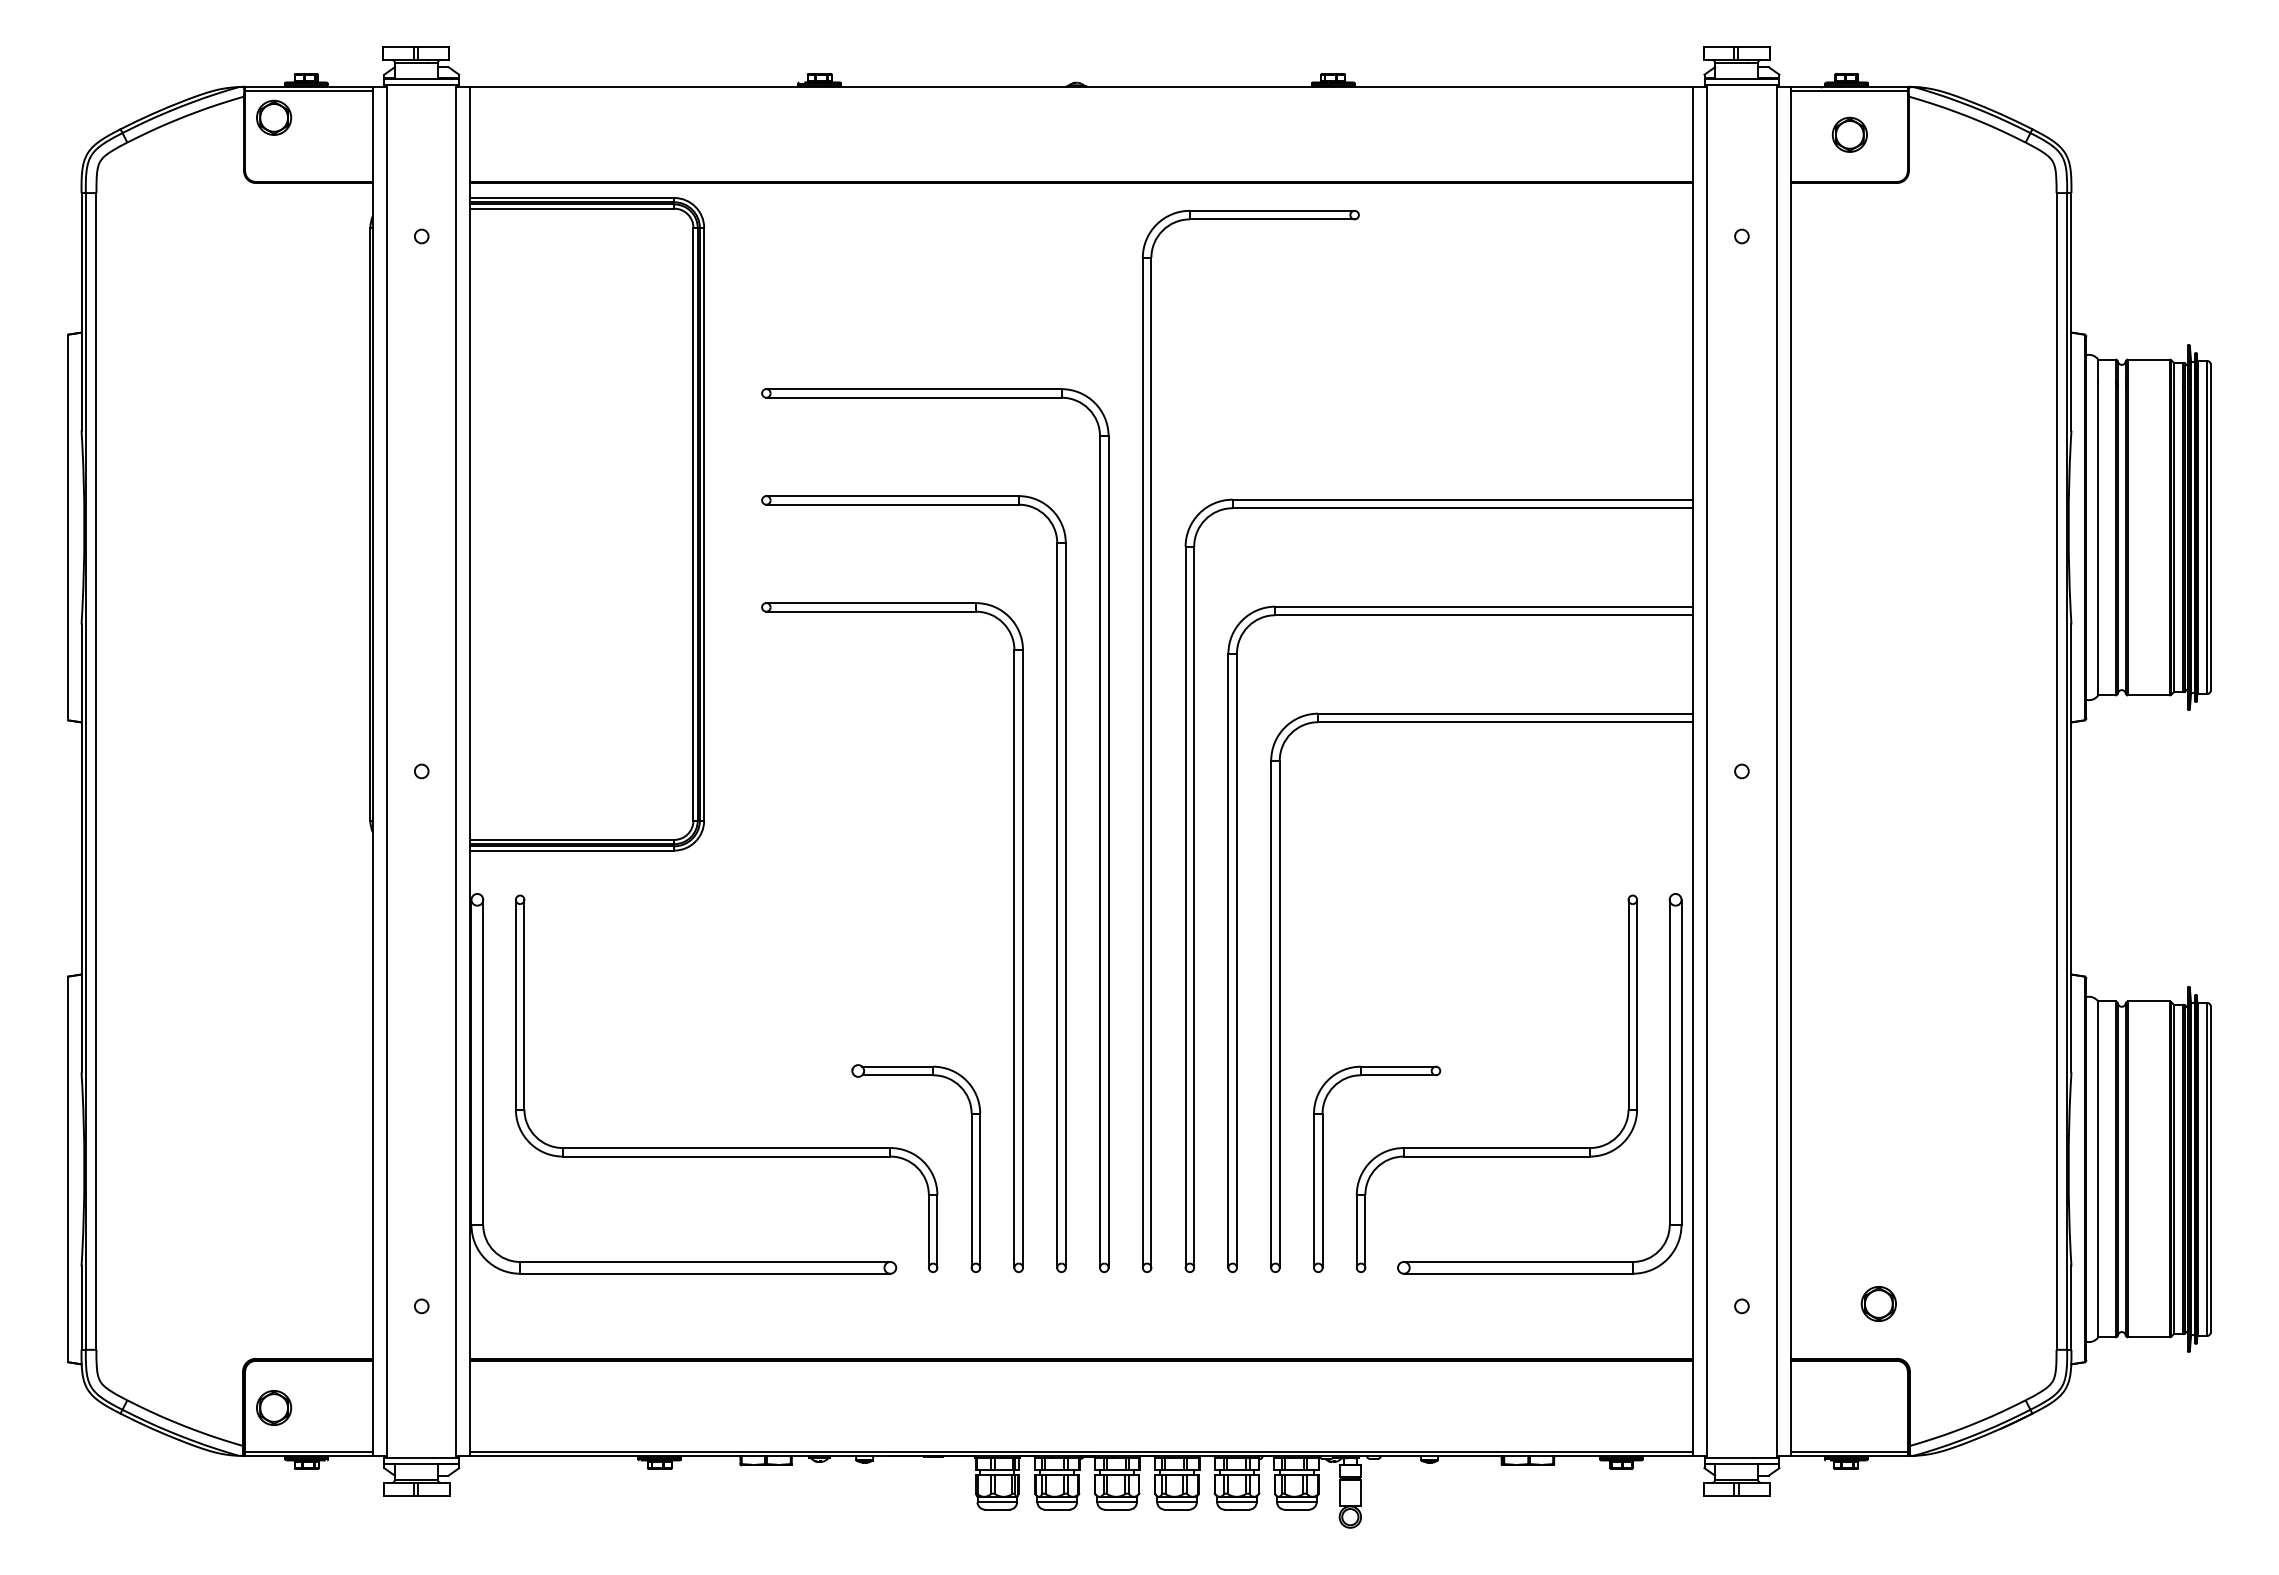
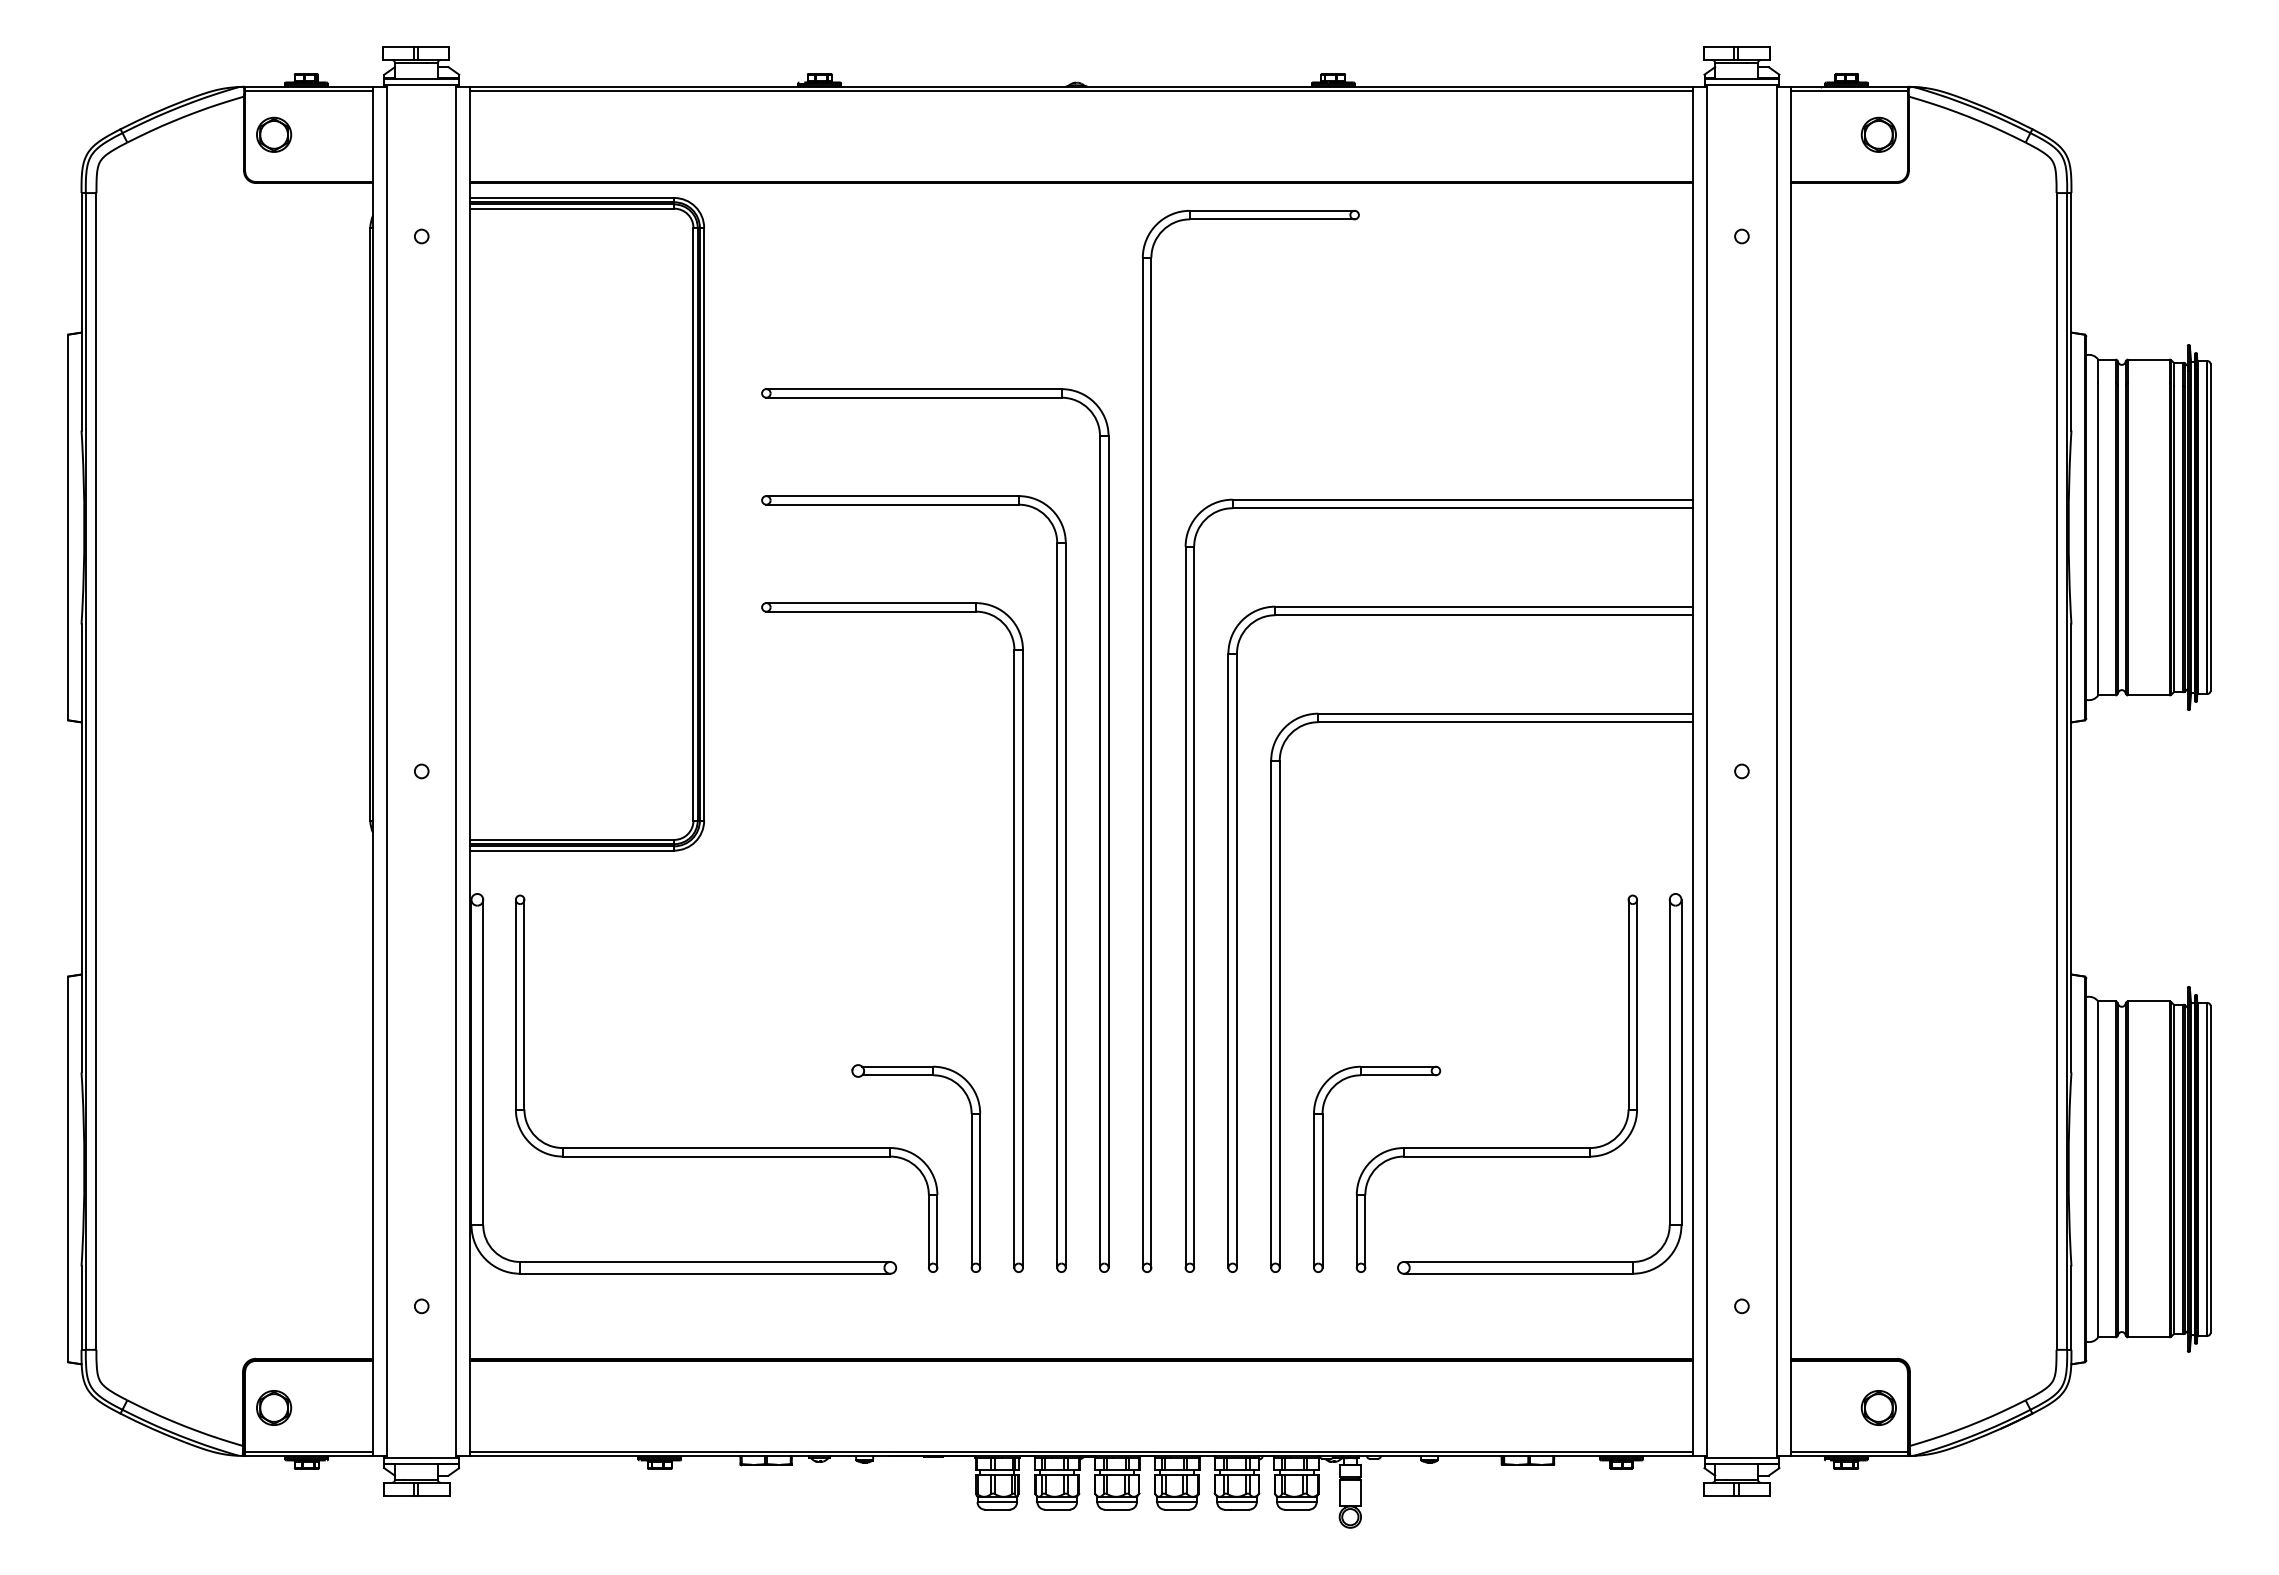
line at (1081, 90): none -> present
part at (274, 117) position: (274, 117) -> (274, 134)
part at (1849, 134) position: (1849, 134) -> (1878, 134)
part at (1878, 1303) position: (1878, 1303) -> (1878, 1407)
